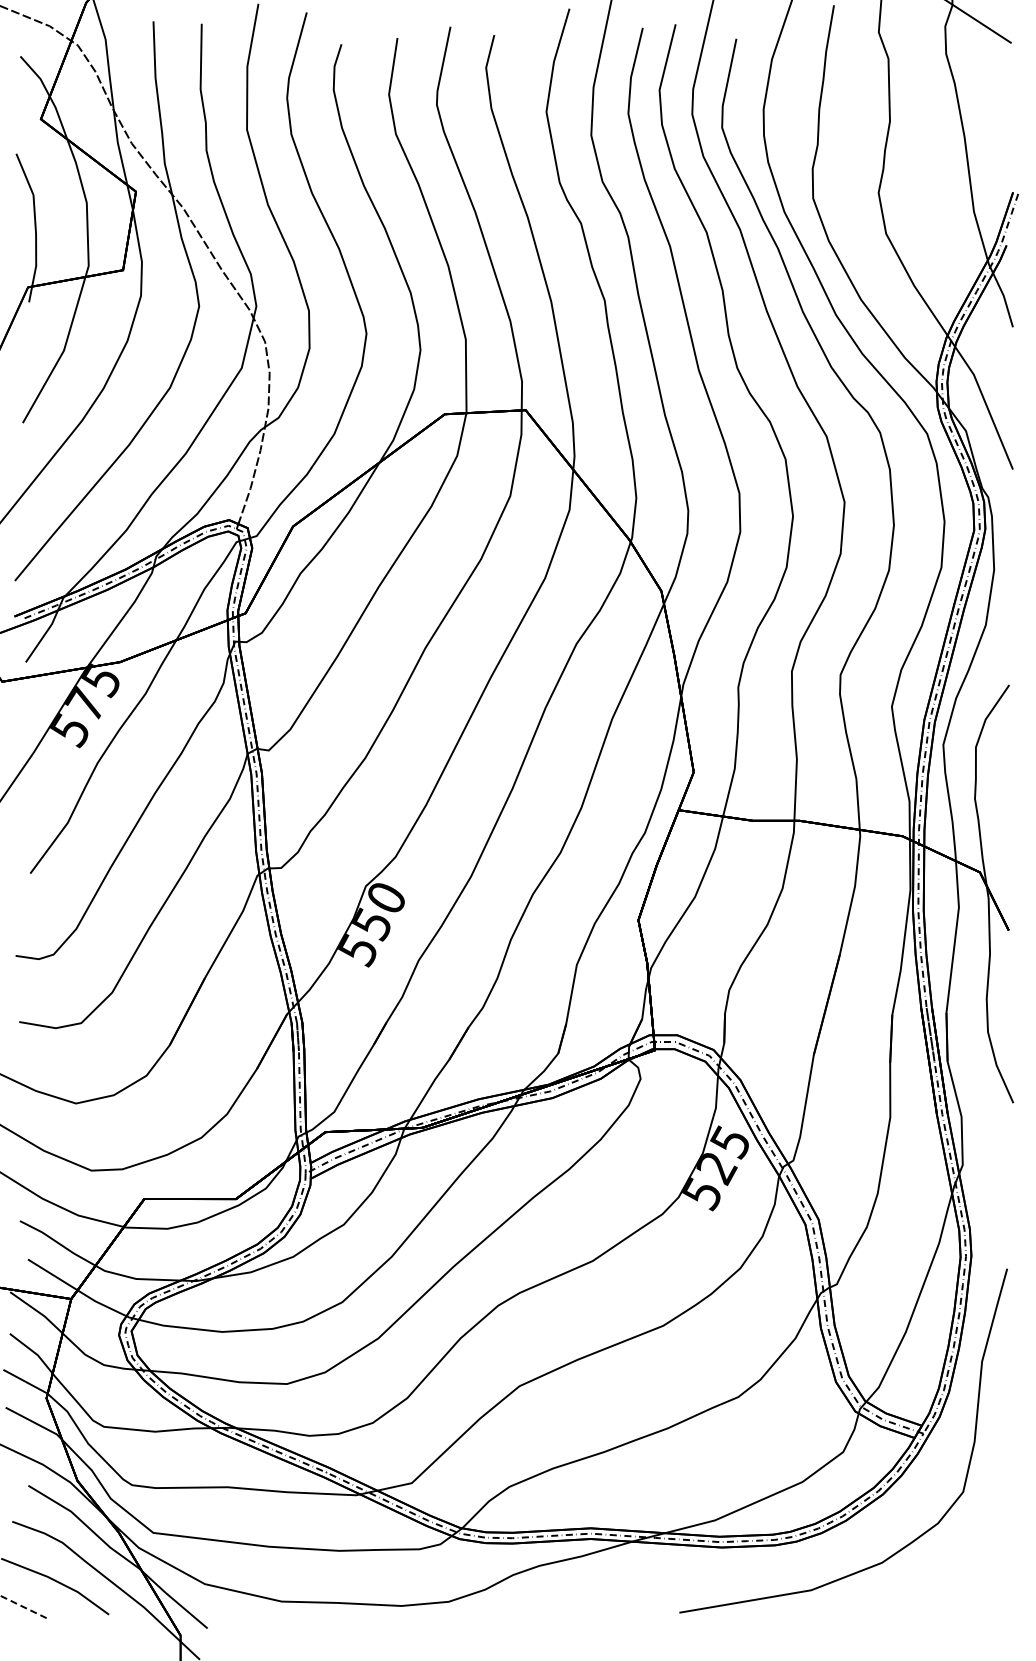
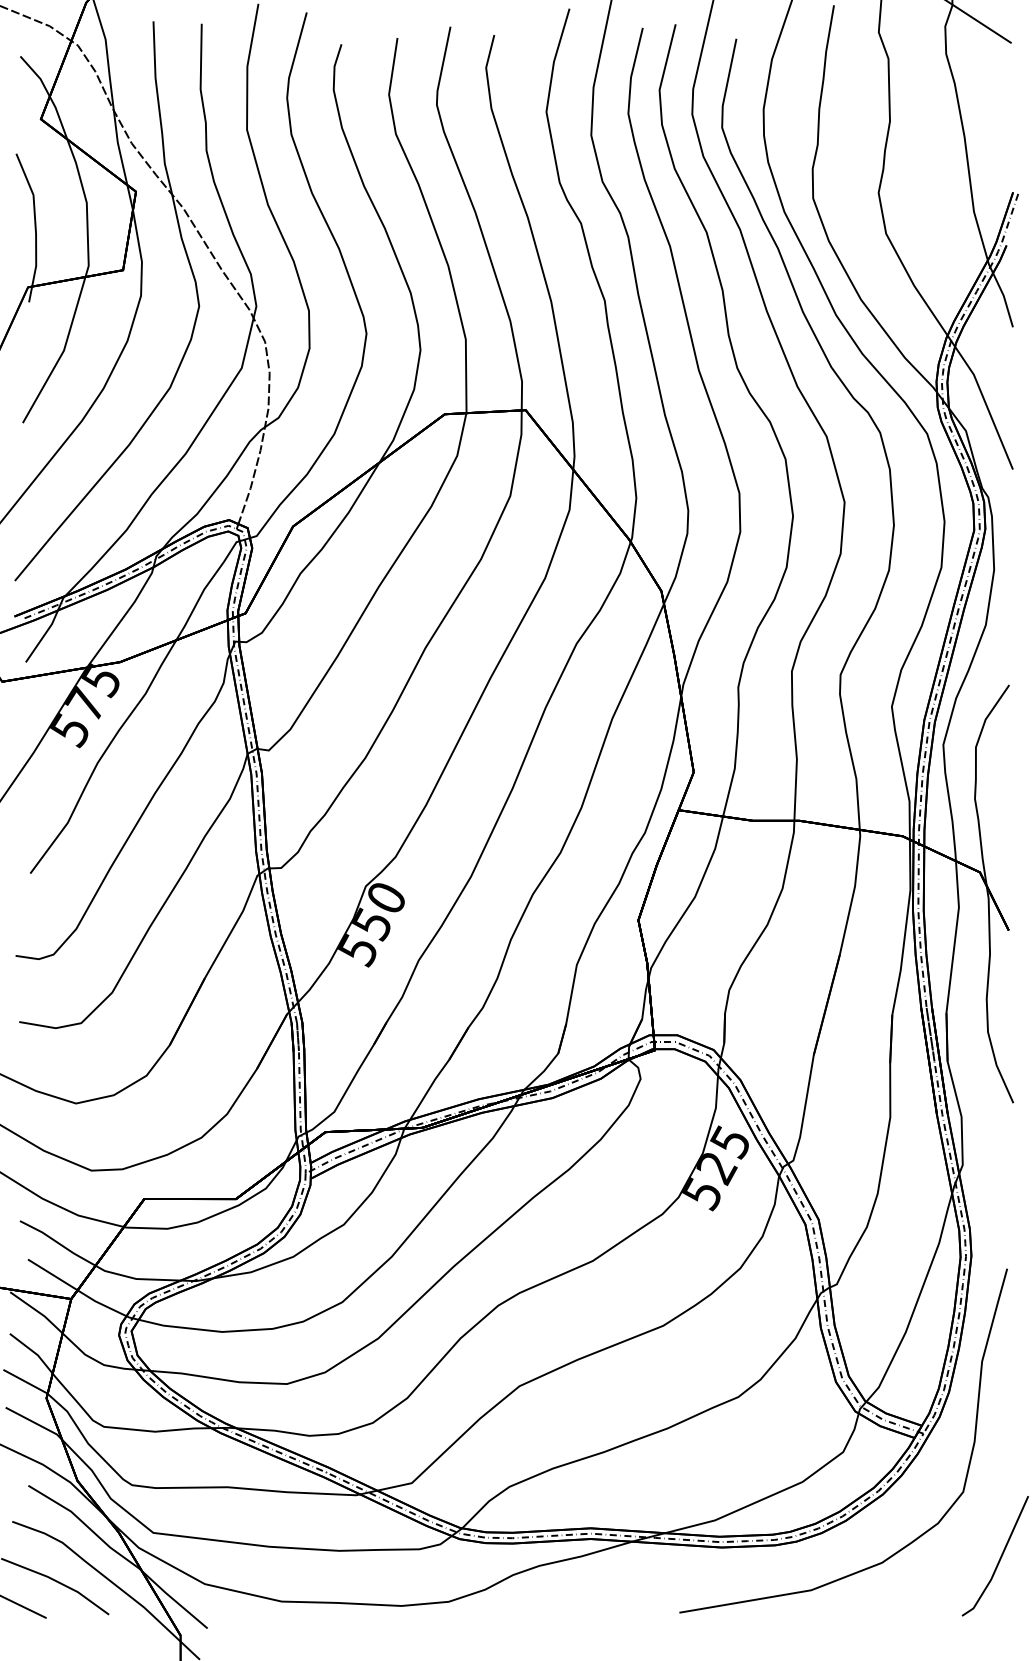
line at (999, 1558): none -> present
line at (23, 1607): dashed -> solid
